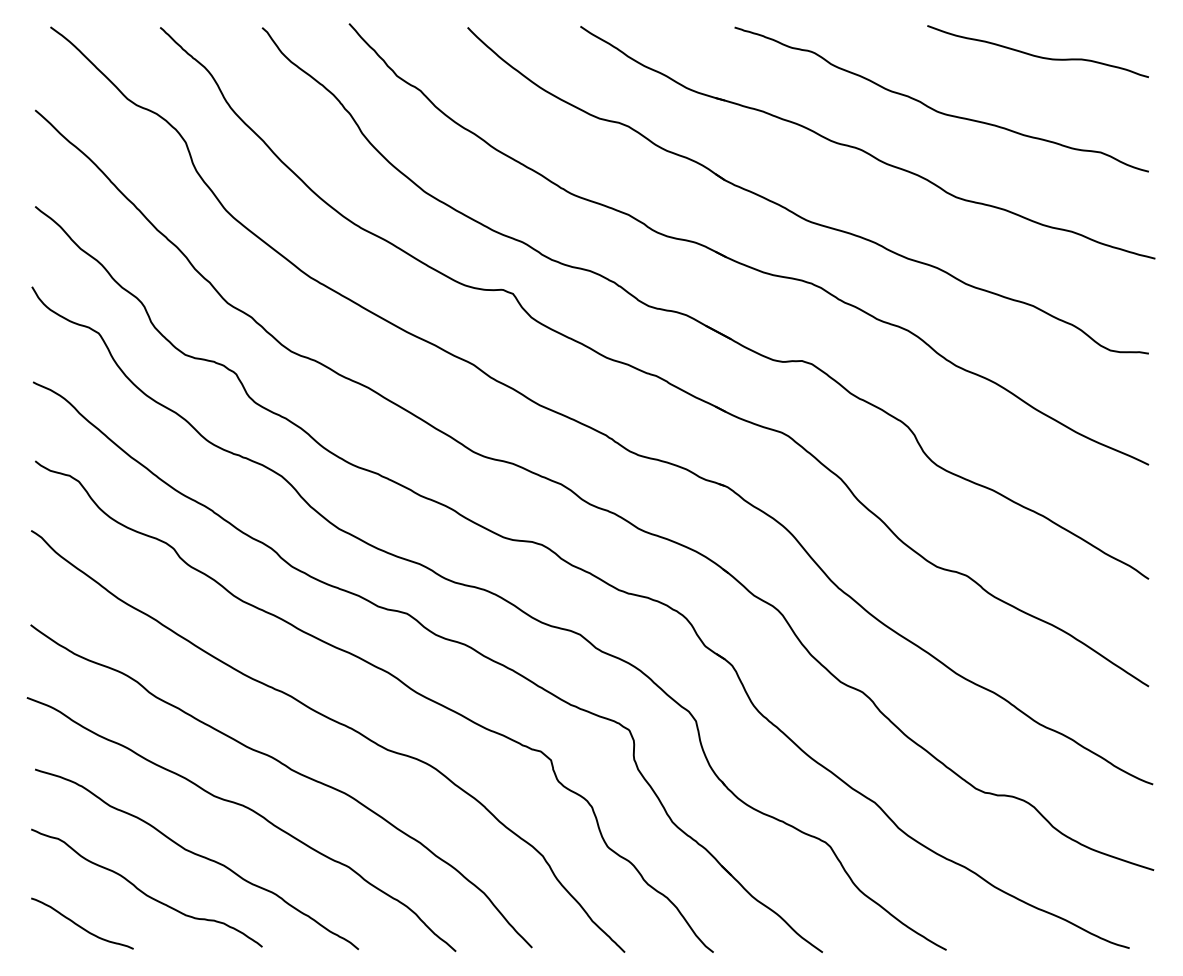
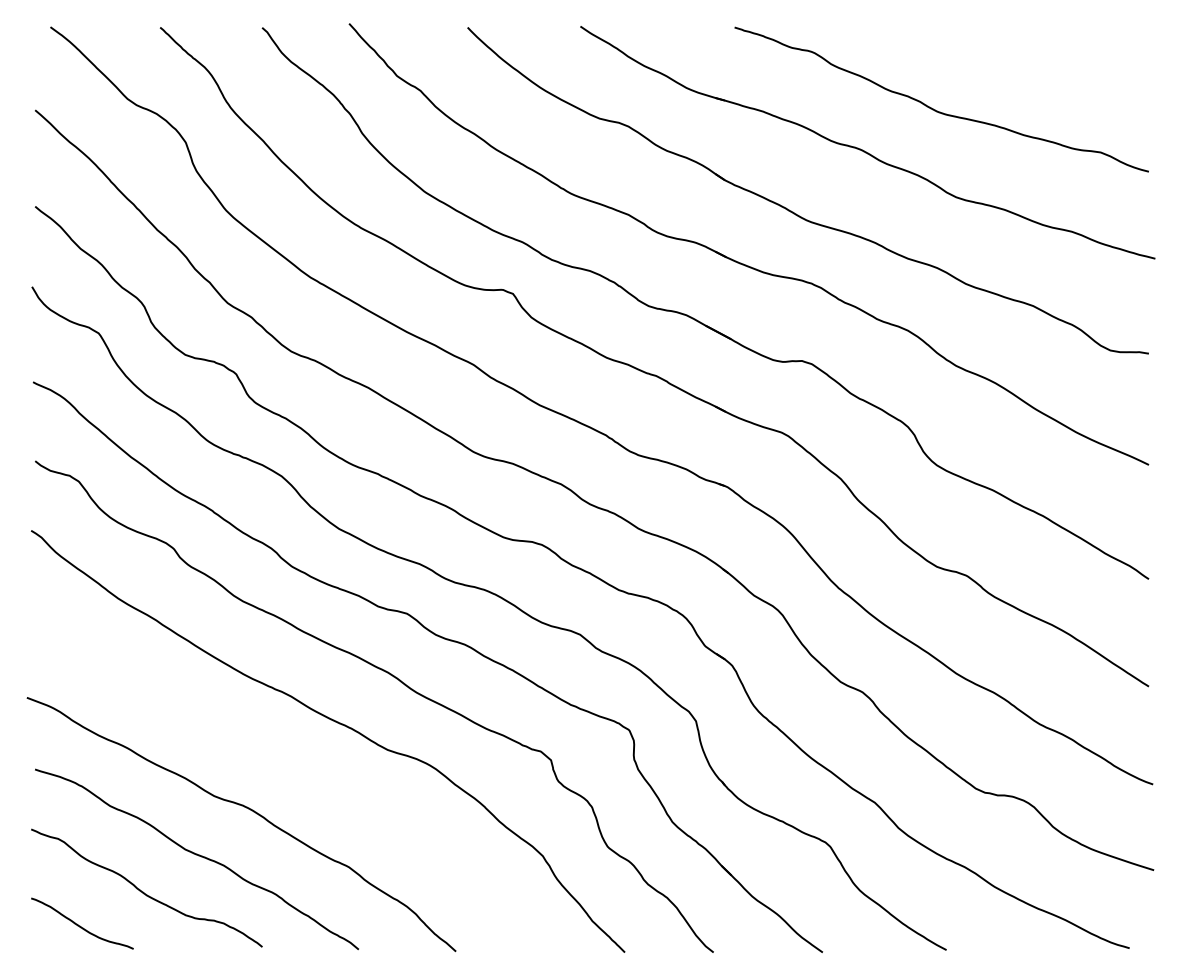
curve at (1037, 55): present -> none
curve at (290, 770): present -> none
